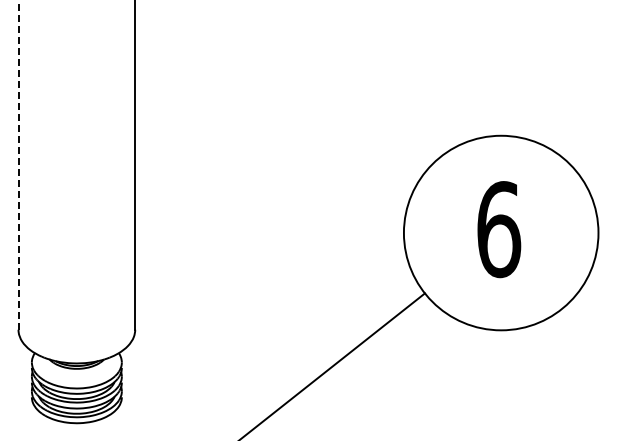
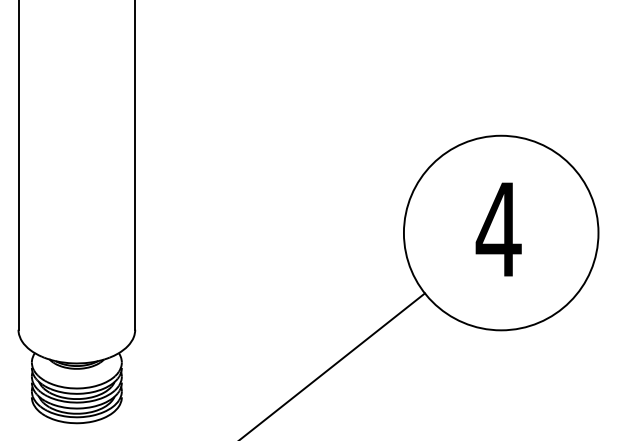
line at (18, 165): dashed -> solid
text at (498, 229): 6 -> 4
